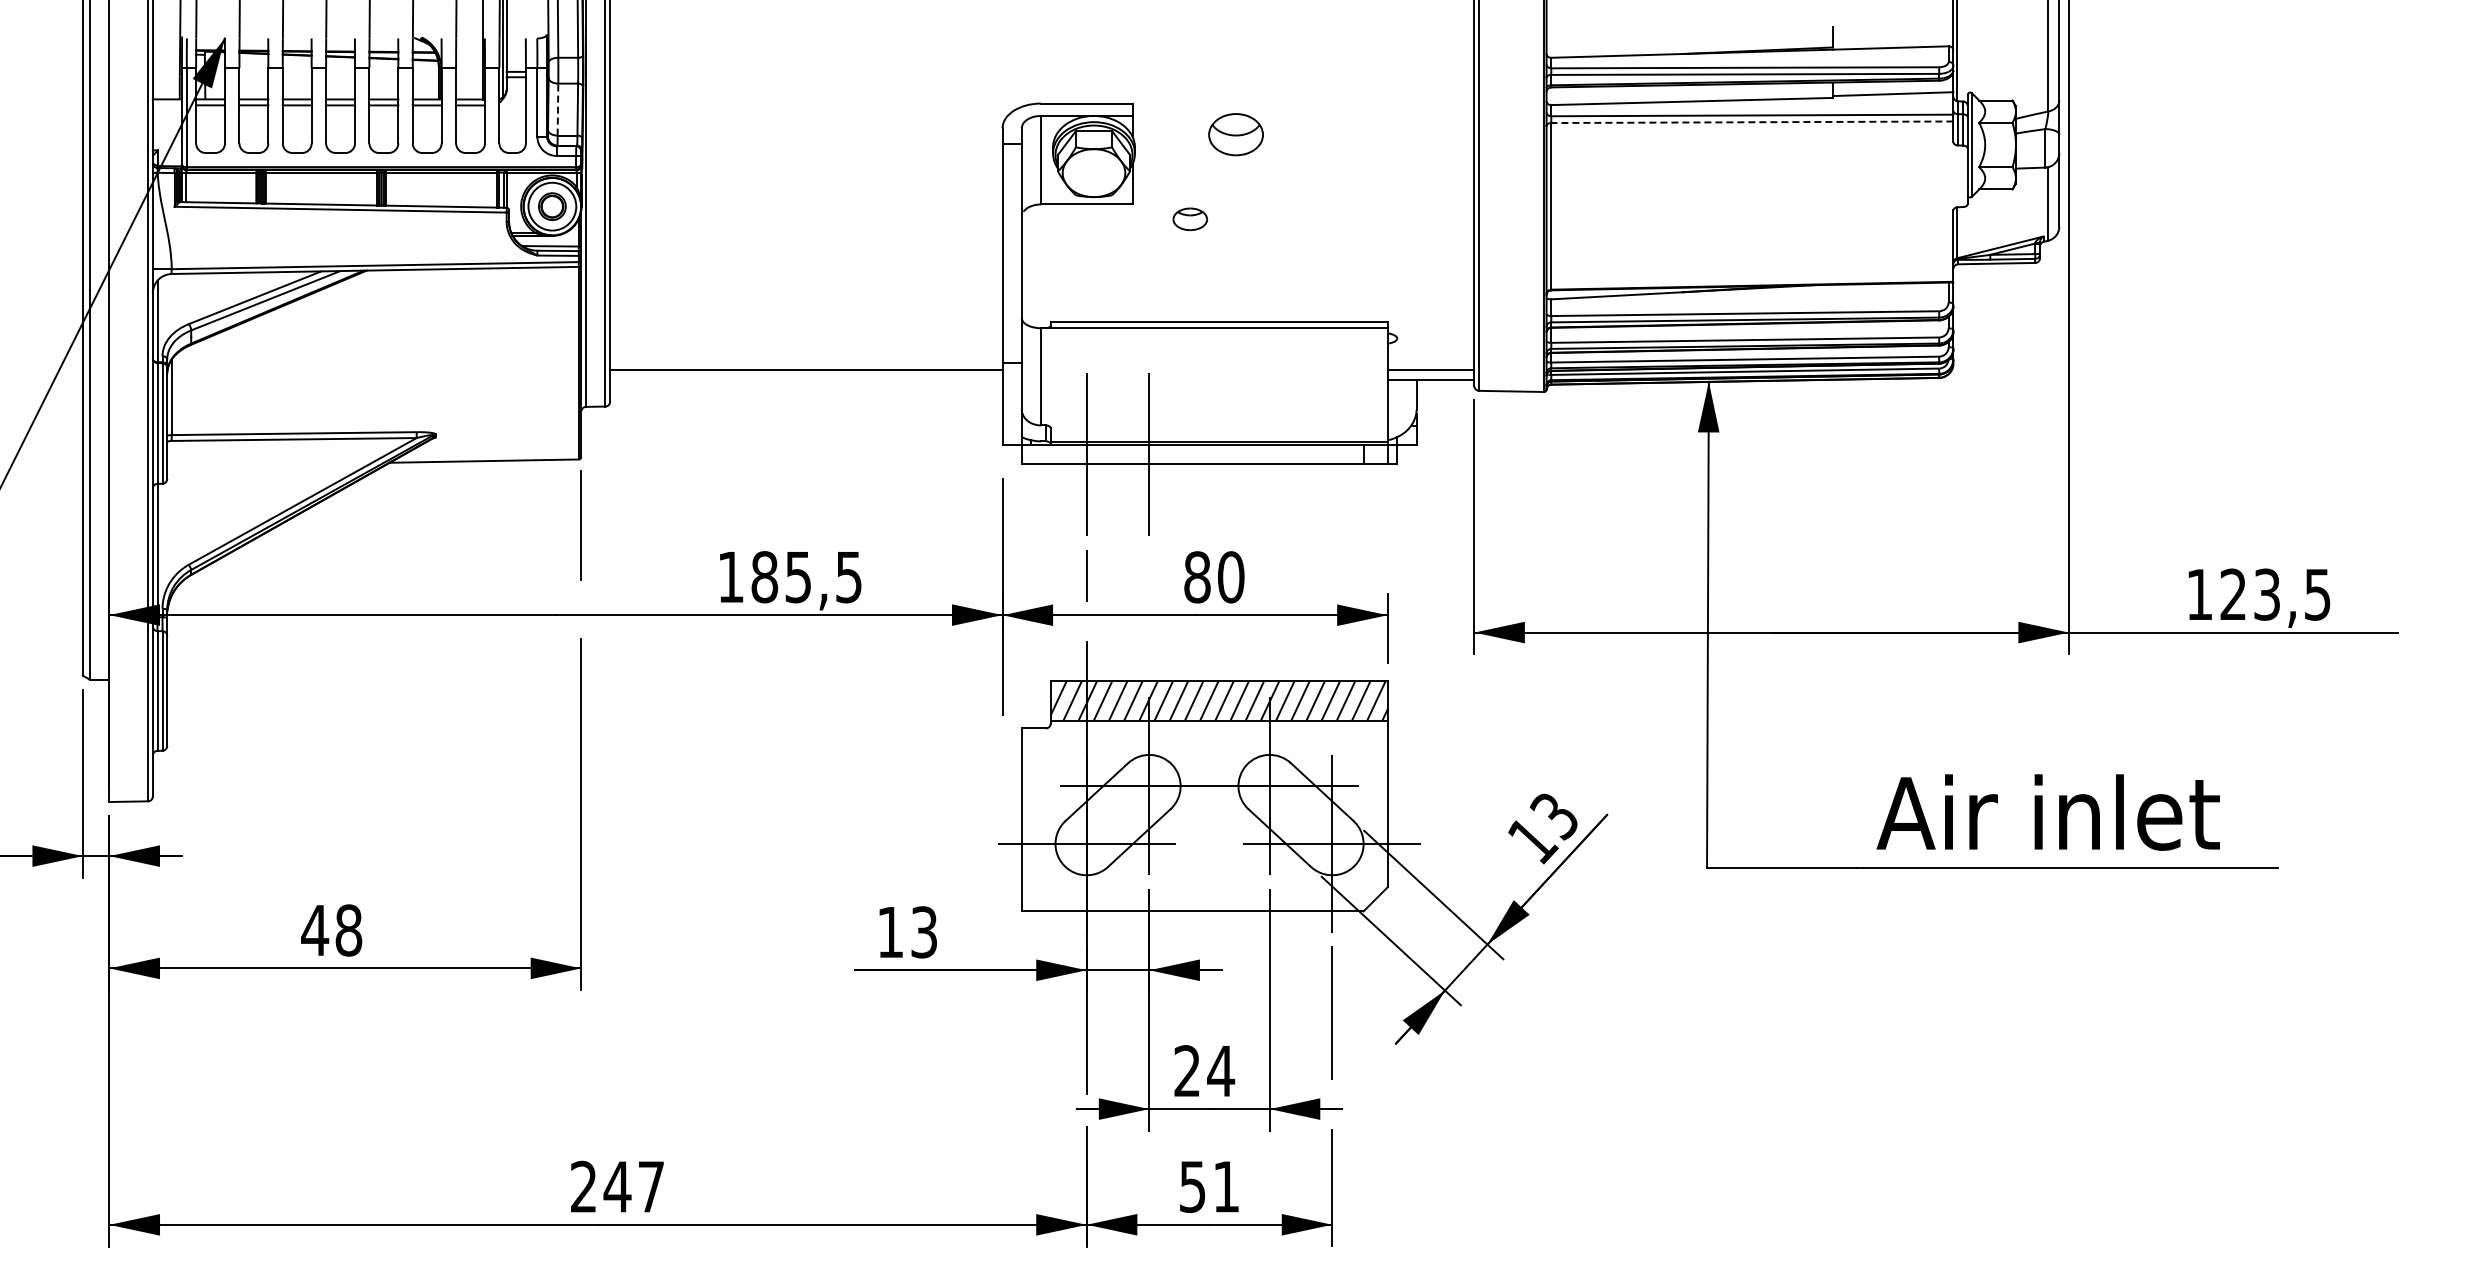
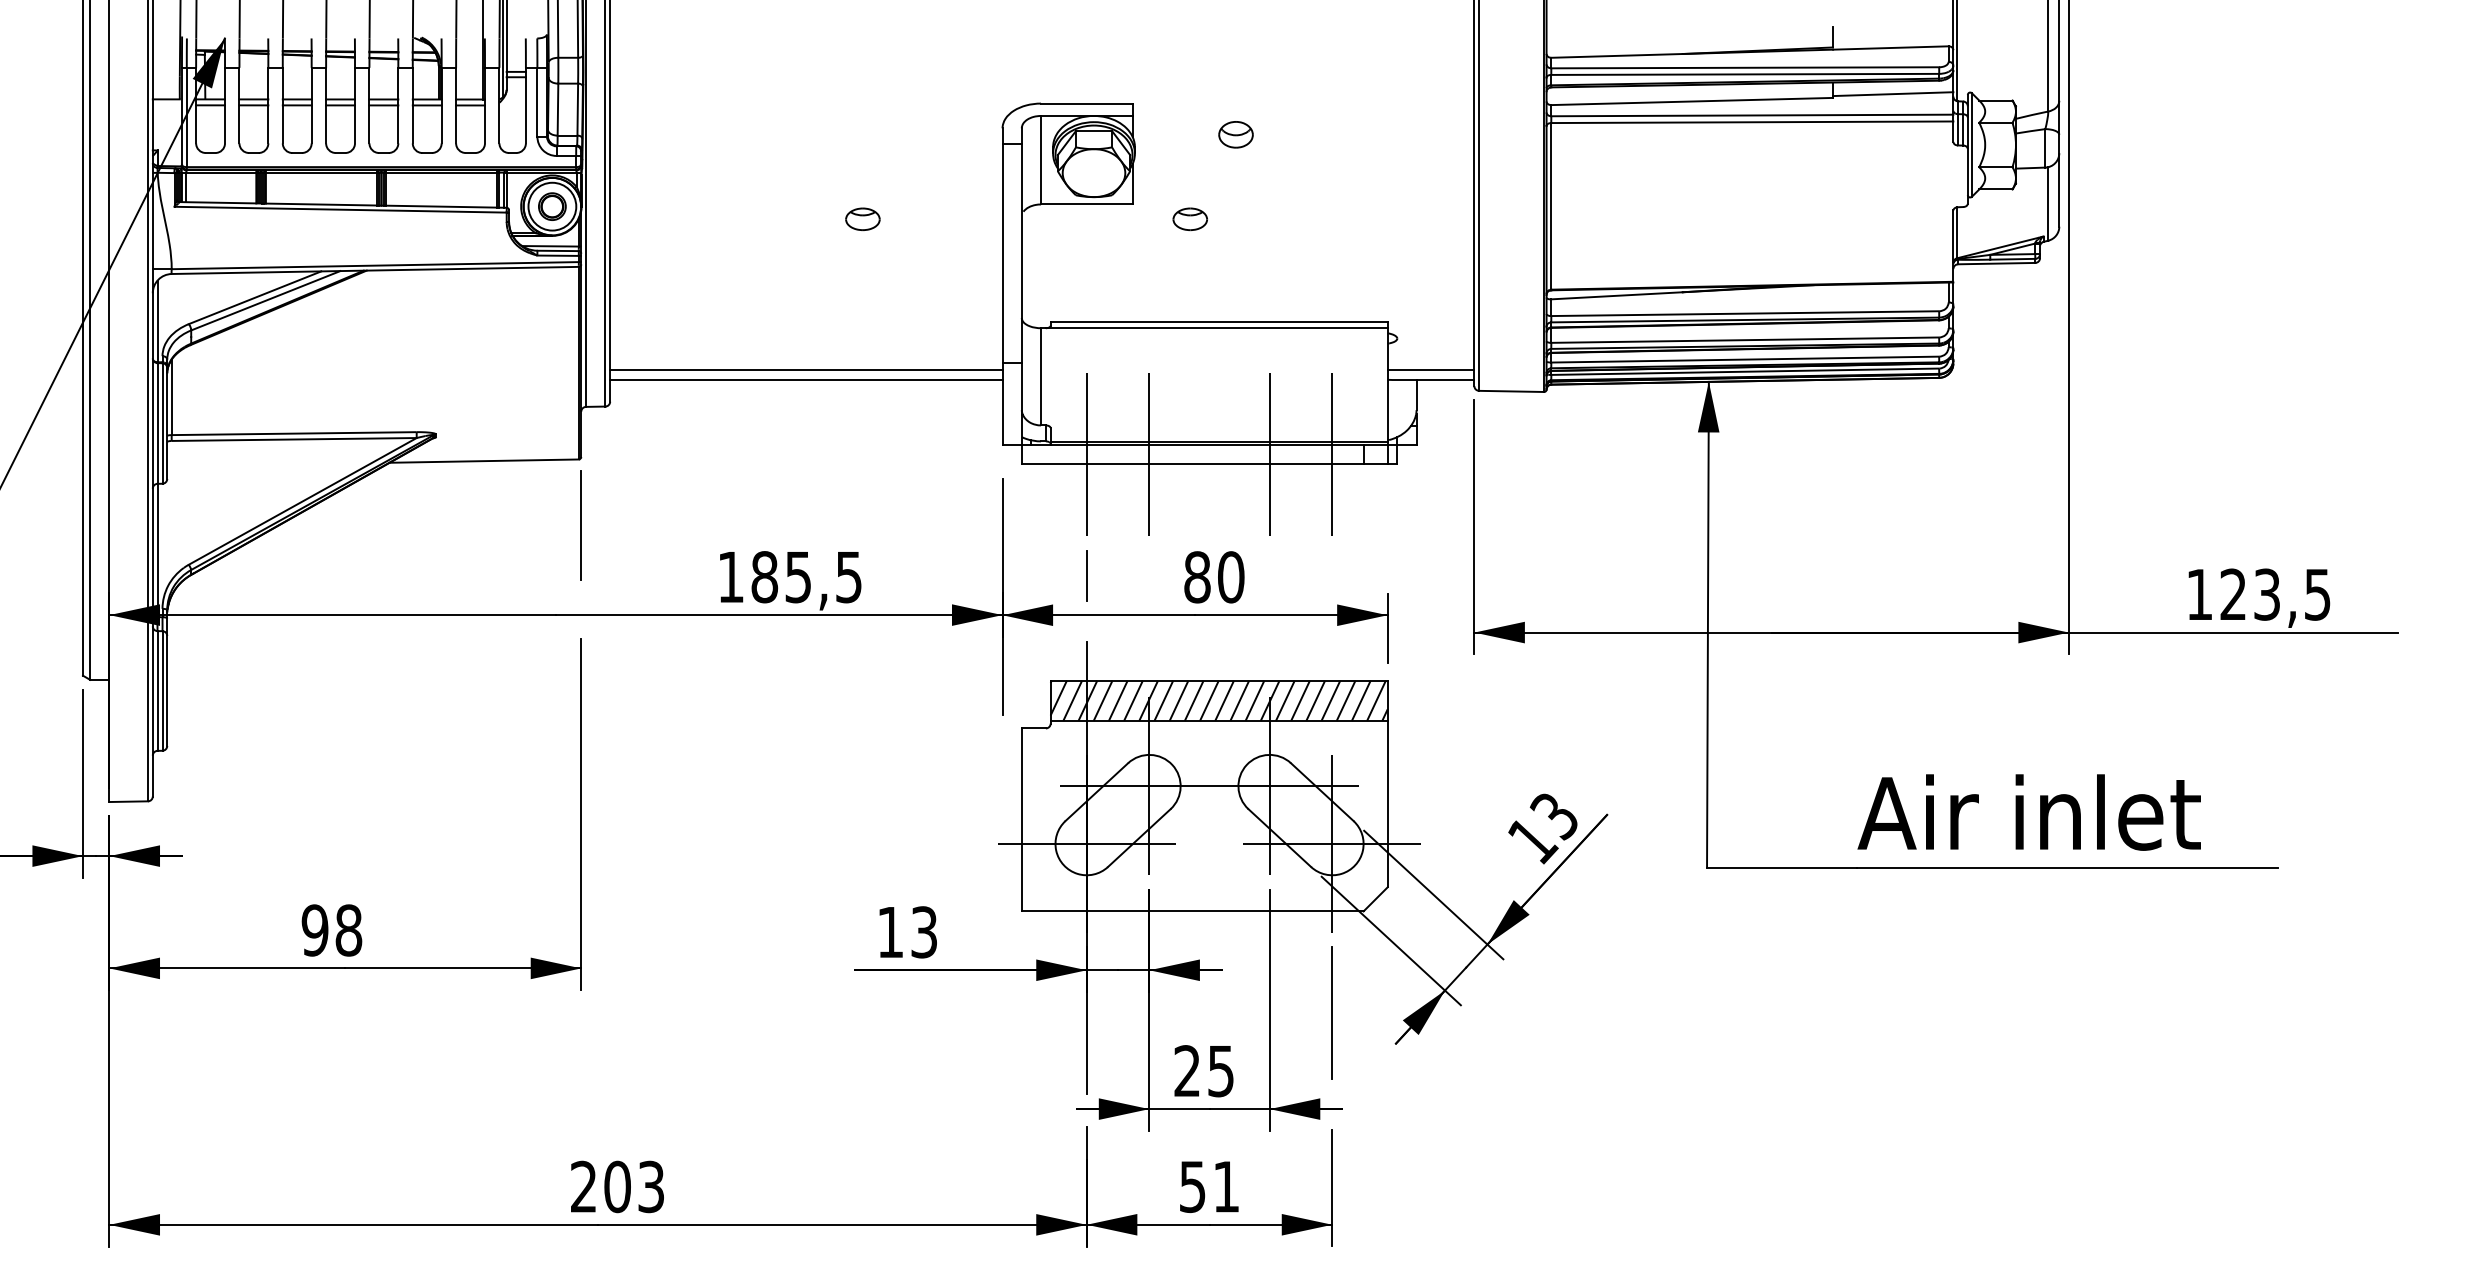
line at (557, 109): dashed -> solid
line at (1751, 122): dashed -> solid
part at (1235, 134) size: 56x44 px -> 36x28 px
part at (862, 218): none -> present
line at (806, 380): none -> present
line at (1269, 454): none -> present
line at (1332, 454): none -> present
text at (2047, 812) position: (2047, 812) -> (2028, 812)
text at (315, 930): 48 -> 98
text at (1221, 1071): 24 -> 25
text at (633, 1186): 247 -> 203
